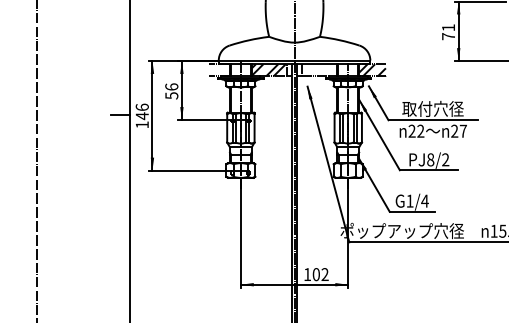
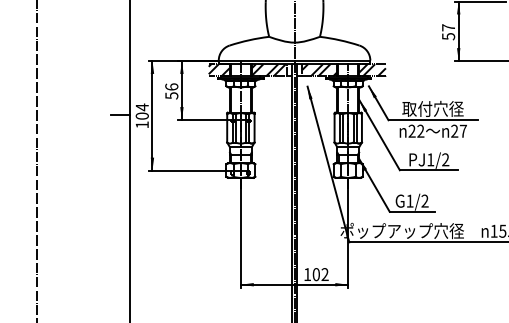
text at (448, 32): 71 -> 57
hatch at (218, 70): none -> present
hatch at (319, 70): none -> present
text at (141, 111): 146 -> 104
text at (430, 159): PJ8/2 -> PJ1/2
text at (424, 200): G1/4 -> G1/2
